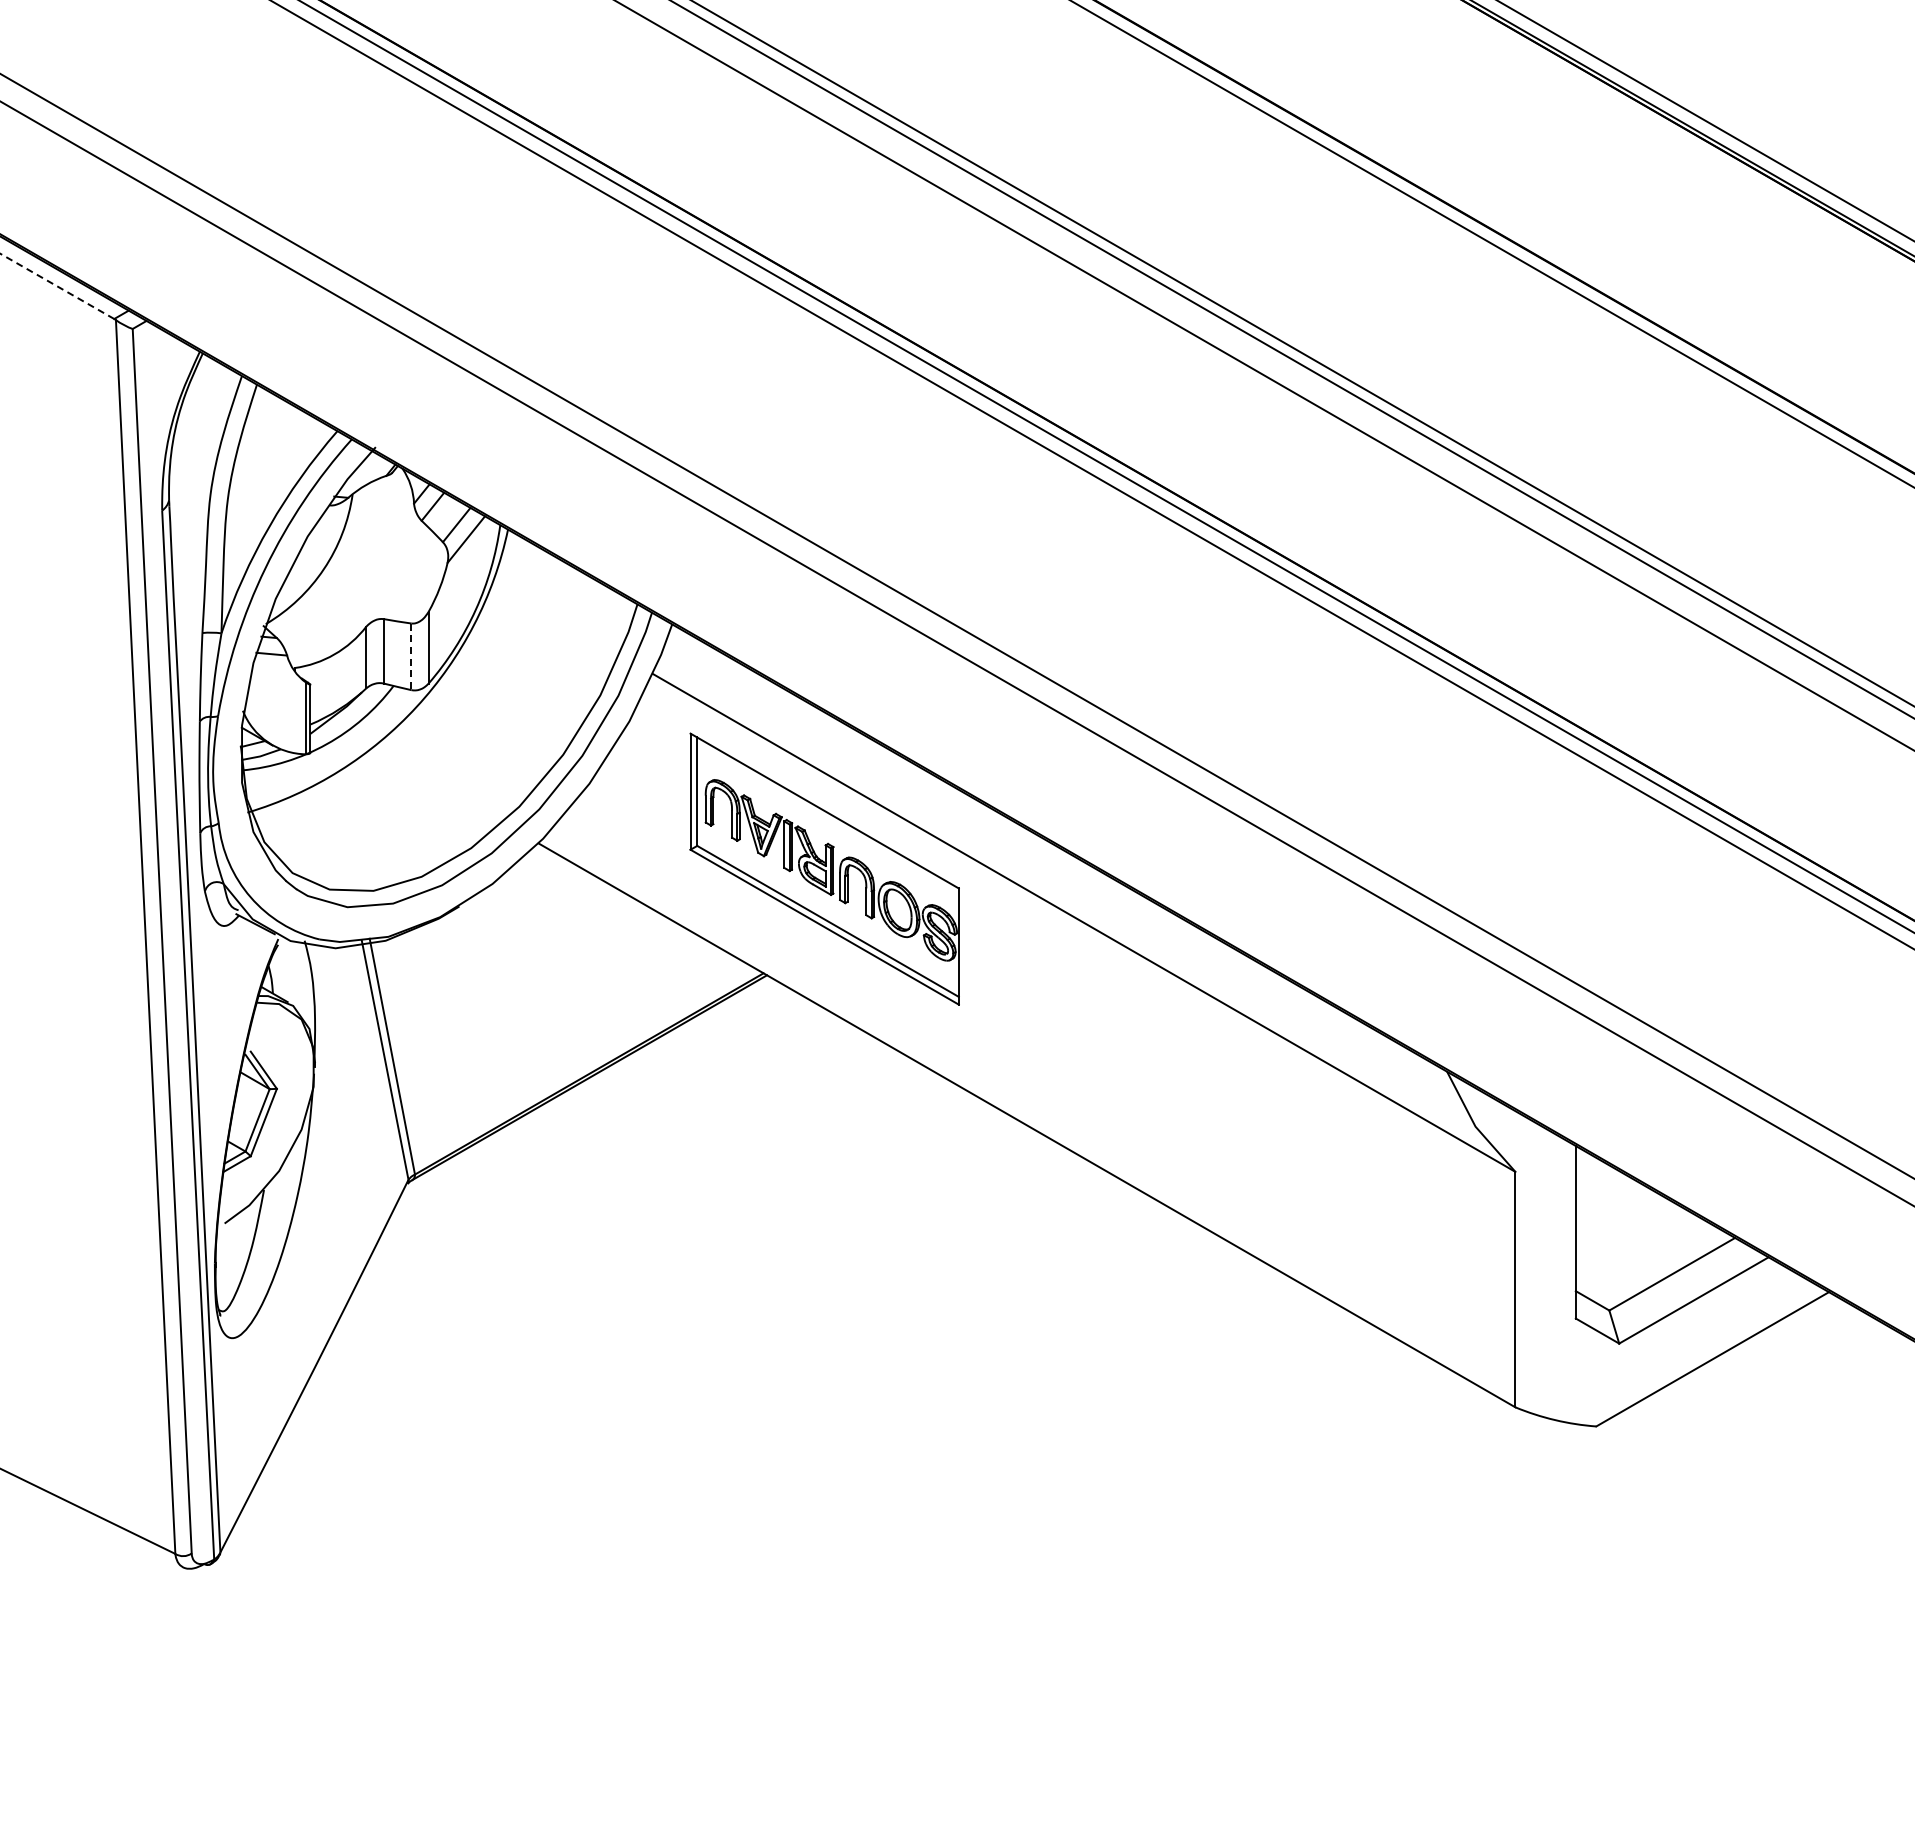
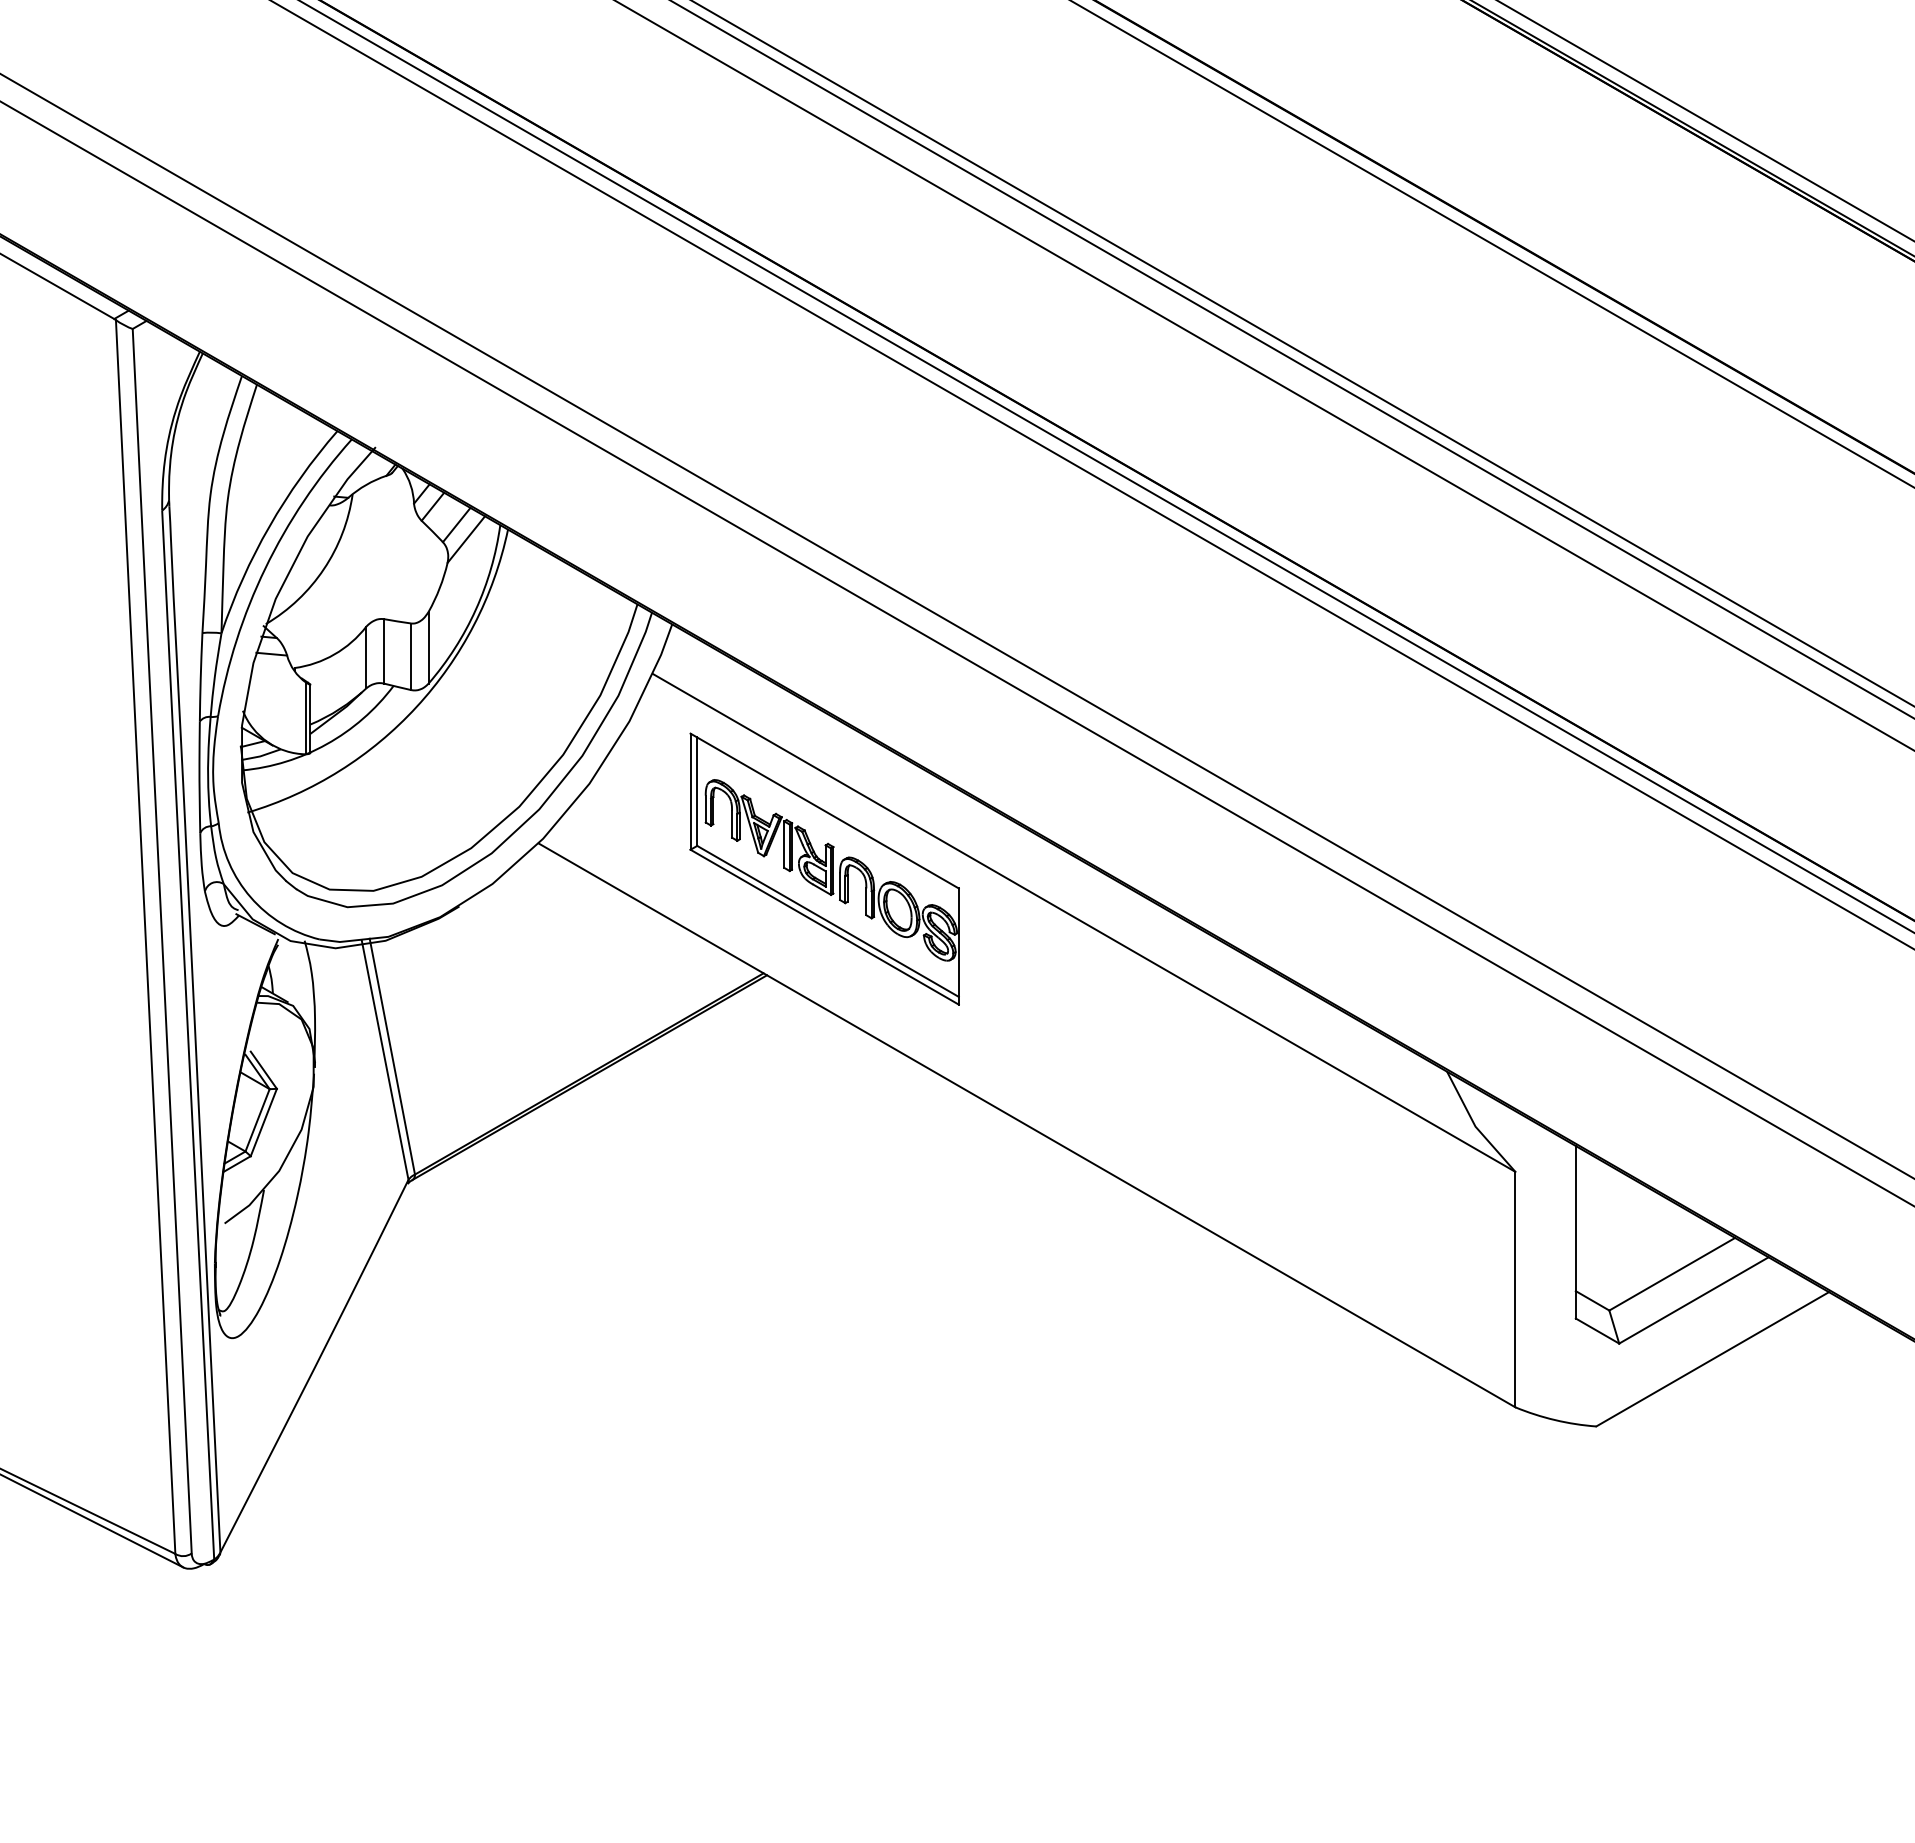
line at (57, 286): dashed -> solid
line at (411, 657): dashed -> solid
line at (92, 1521): none -> present
